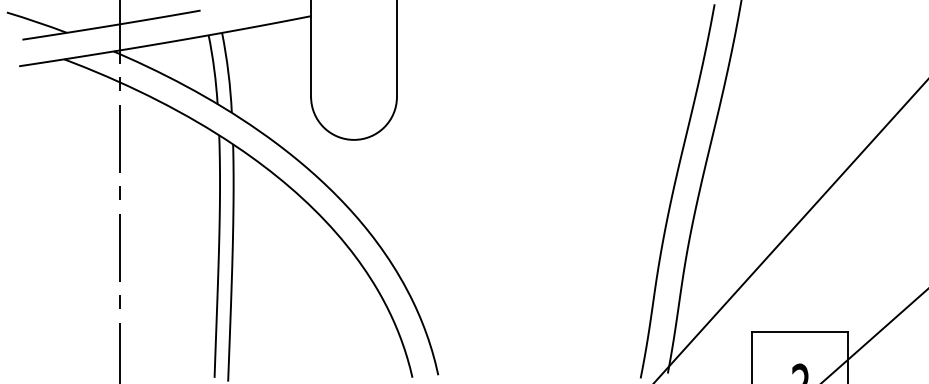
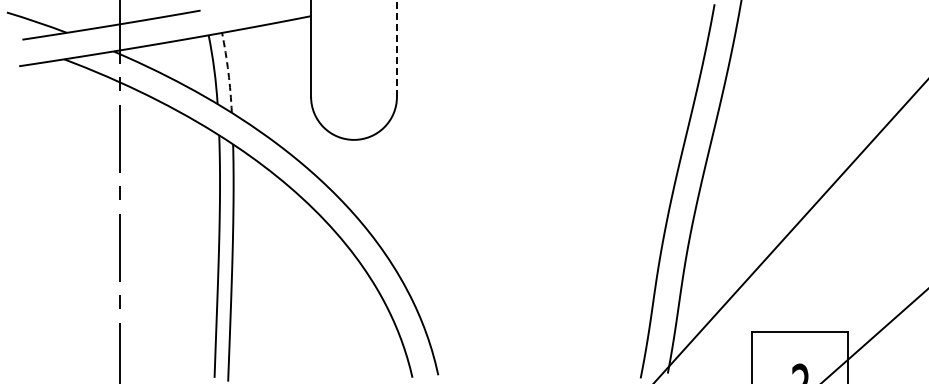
line at (396, 48): solid -> dashed
arc at (228, 72): solid -> dashed
